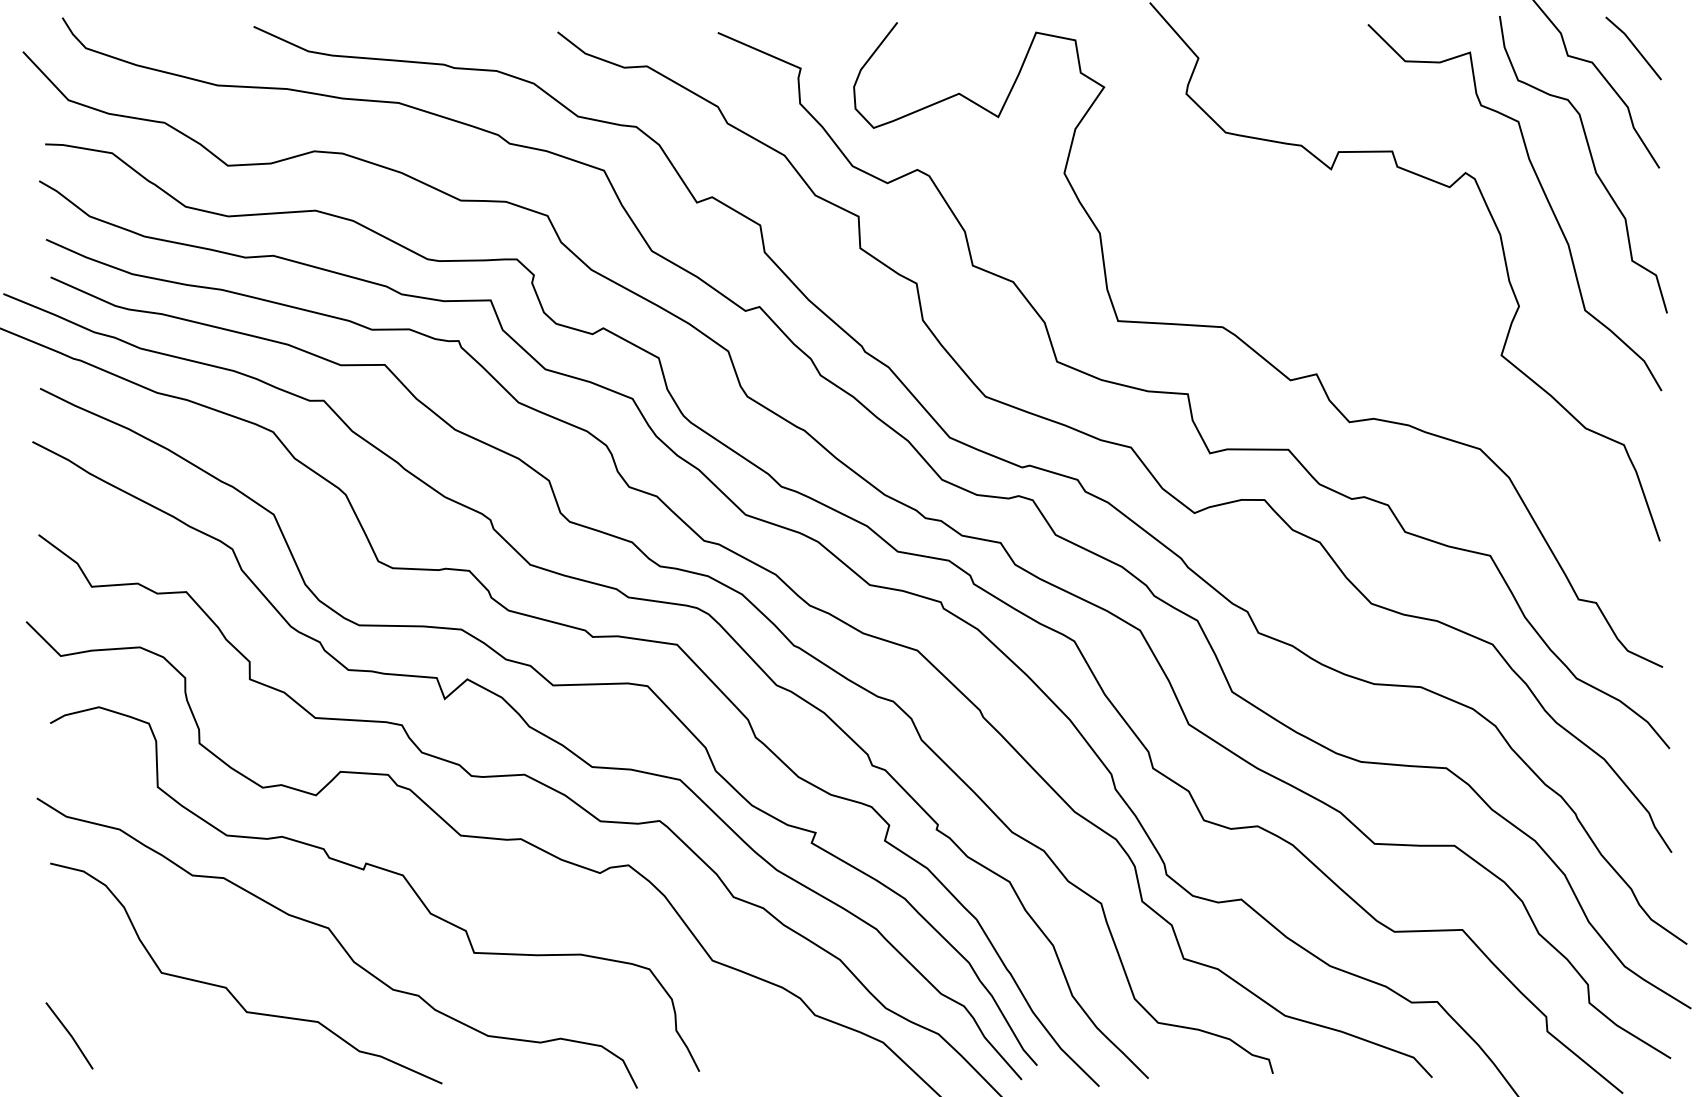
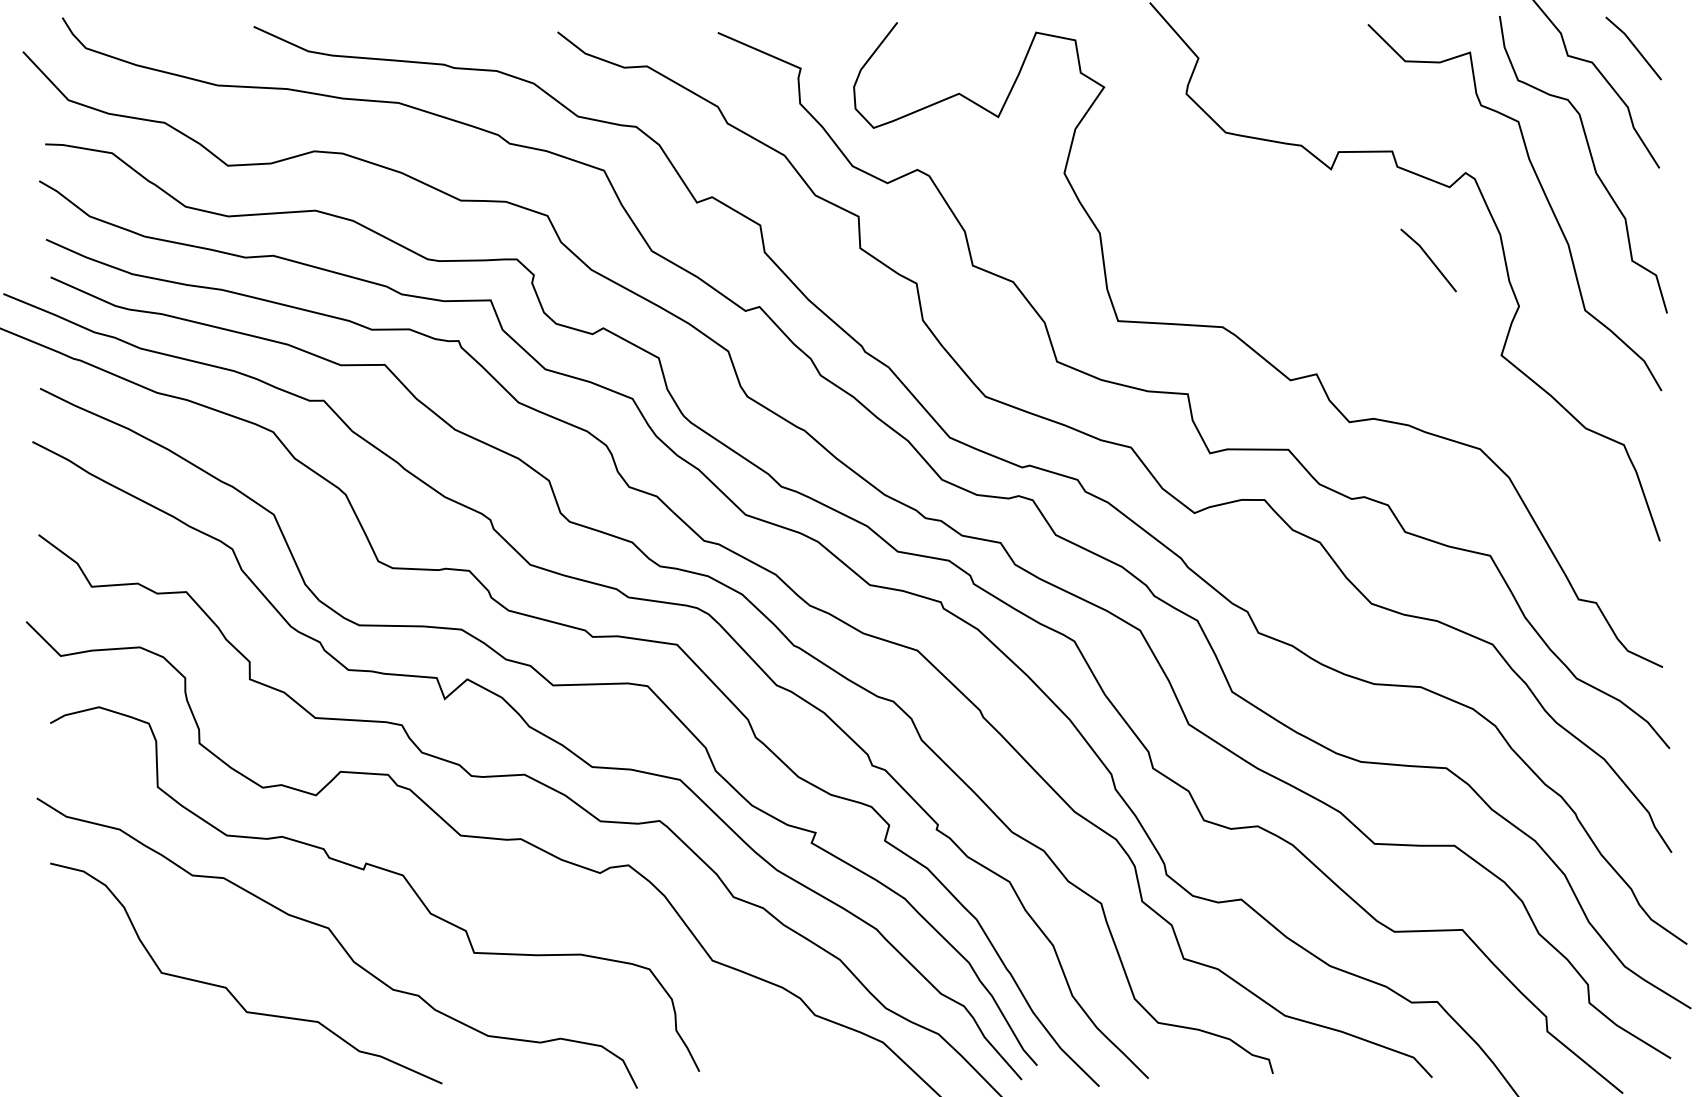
line at (1429, 259): none -> present
line at (69, 1035): present -> none
